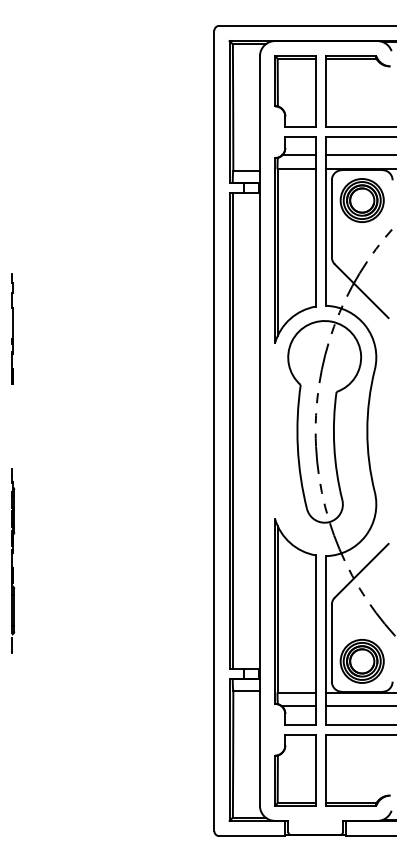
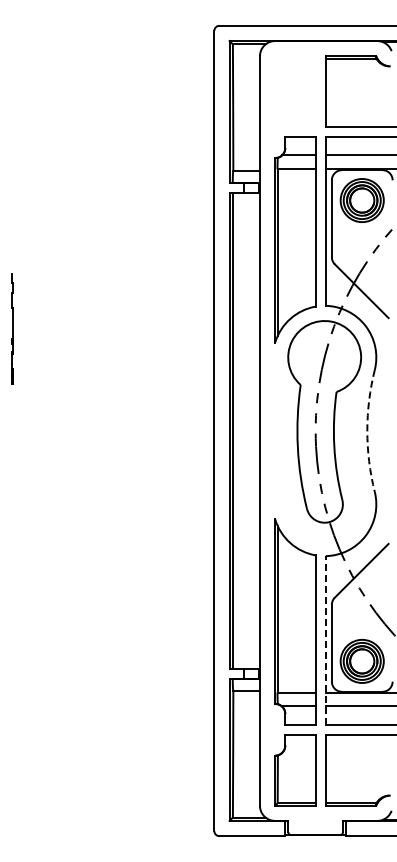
part at (295, 91): present -> none
arc at (367, 431): solid -> dashed
line at (12, 560): present -> none
line at (325, 639): solid -> dashed
